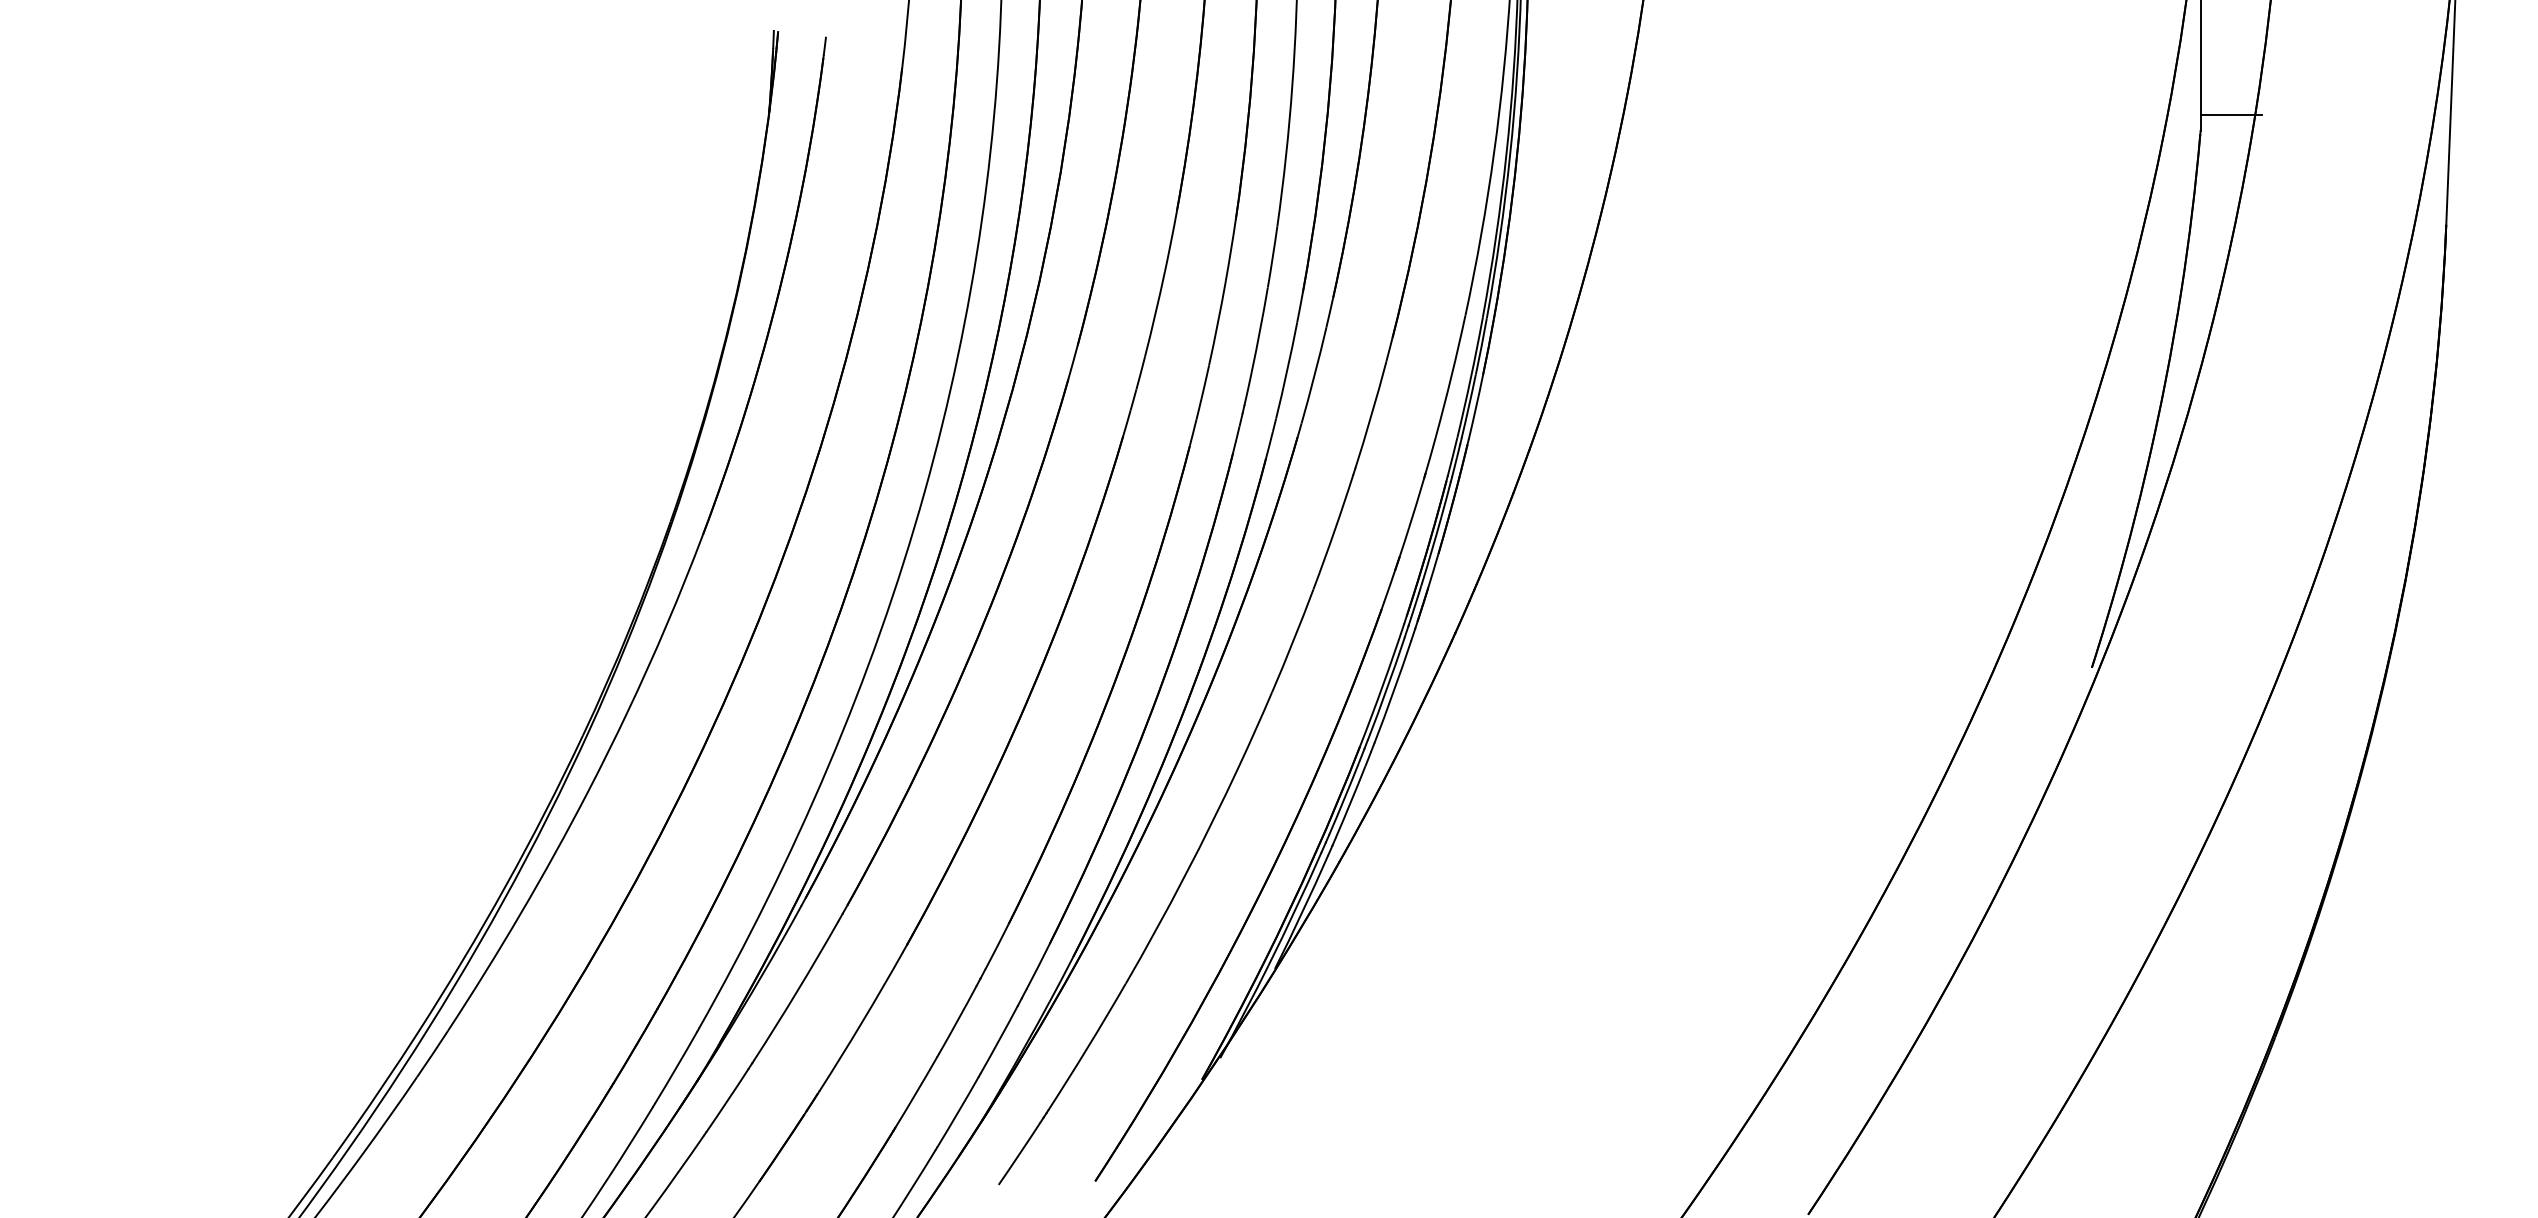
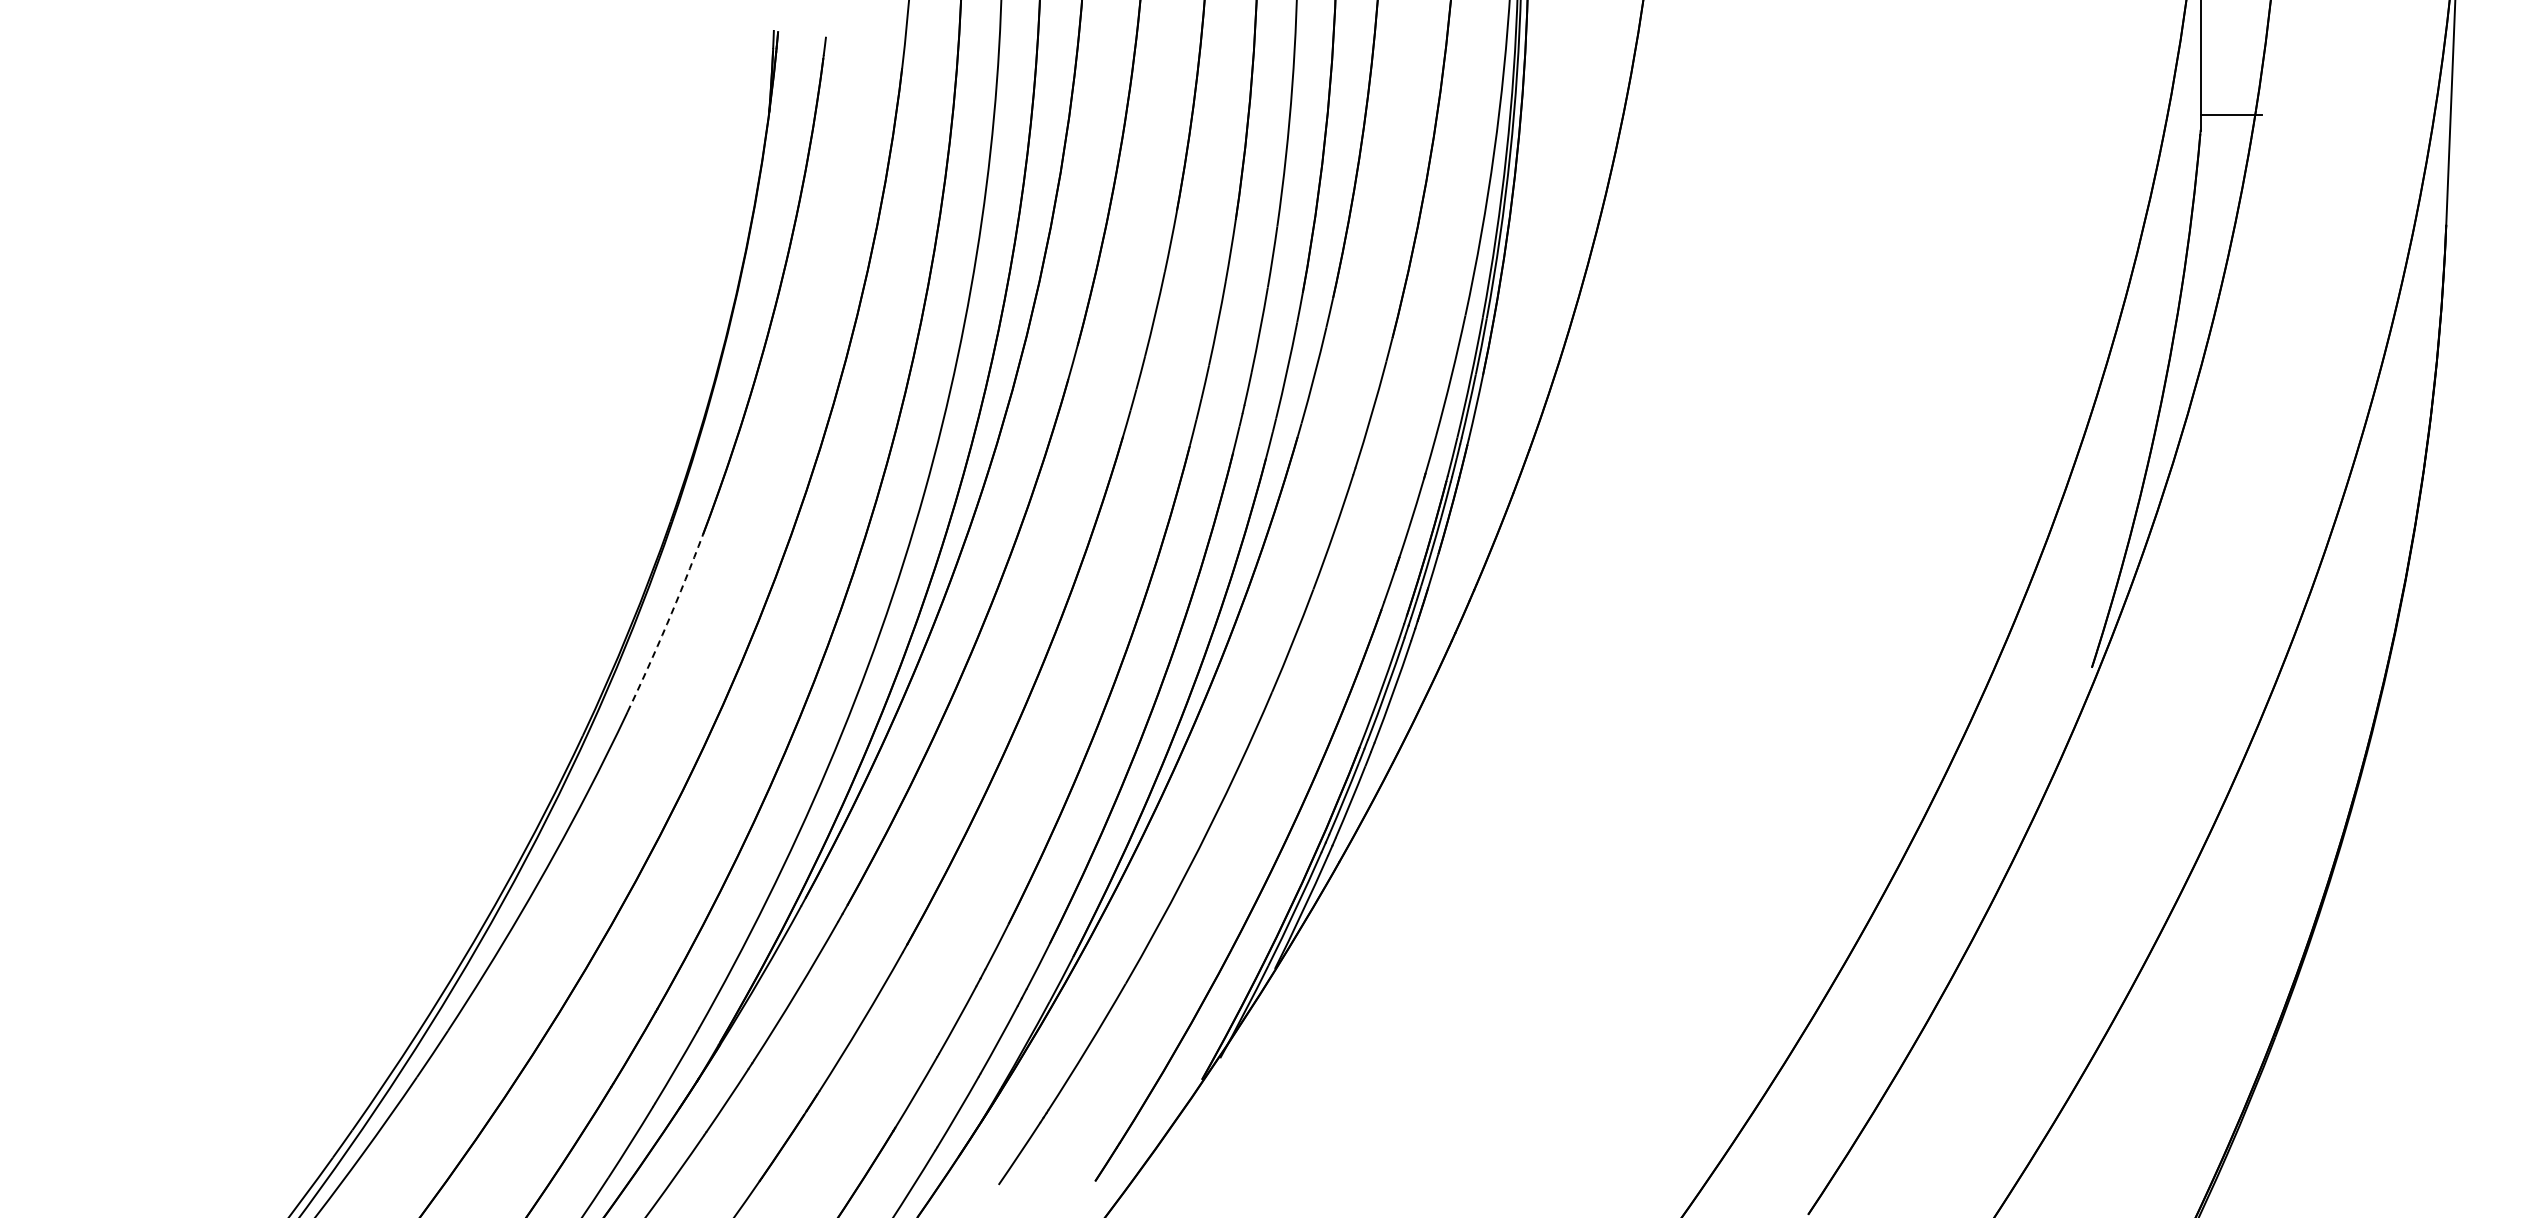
arc at (667, 624): solid -> dashed
